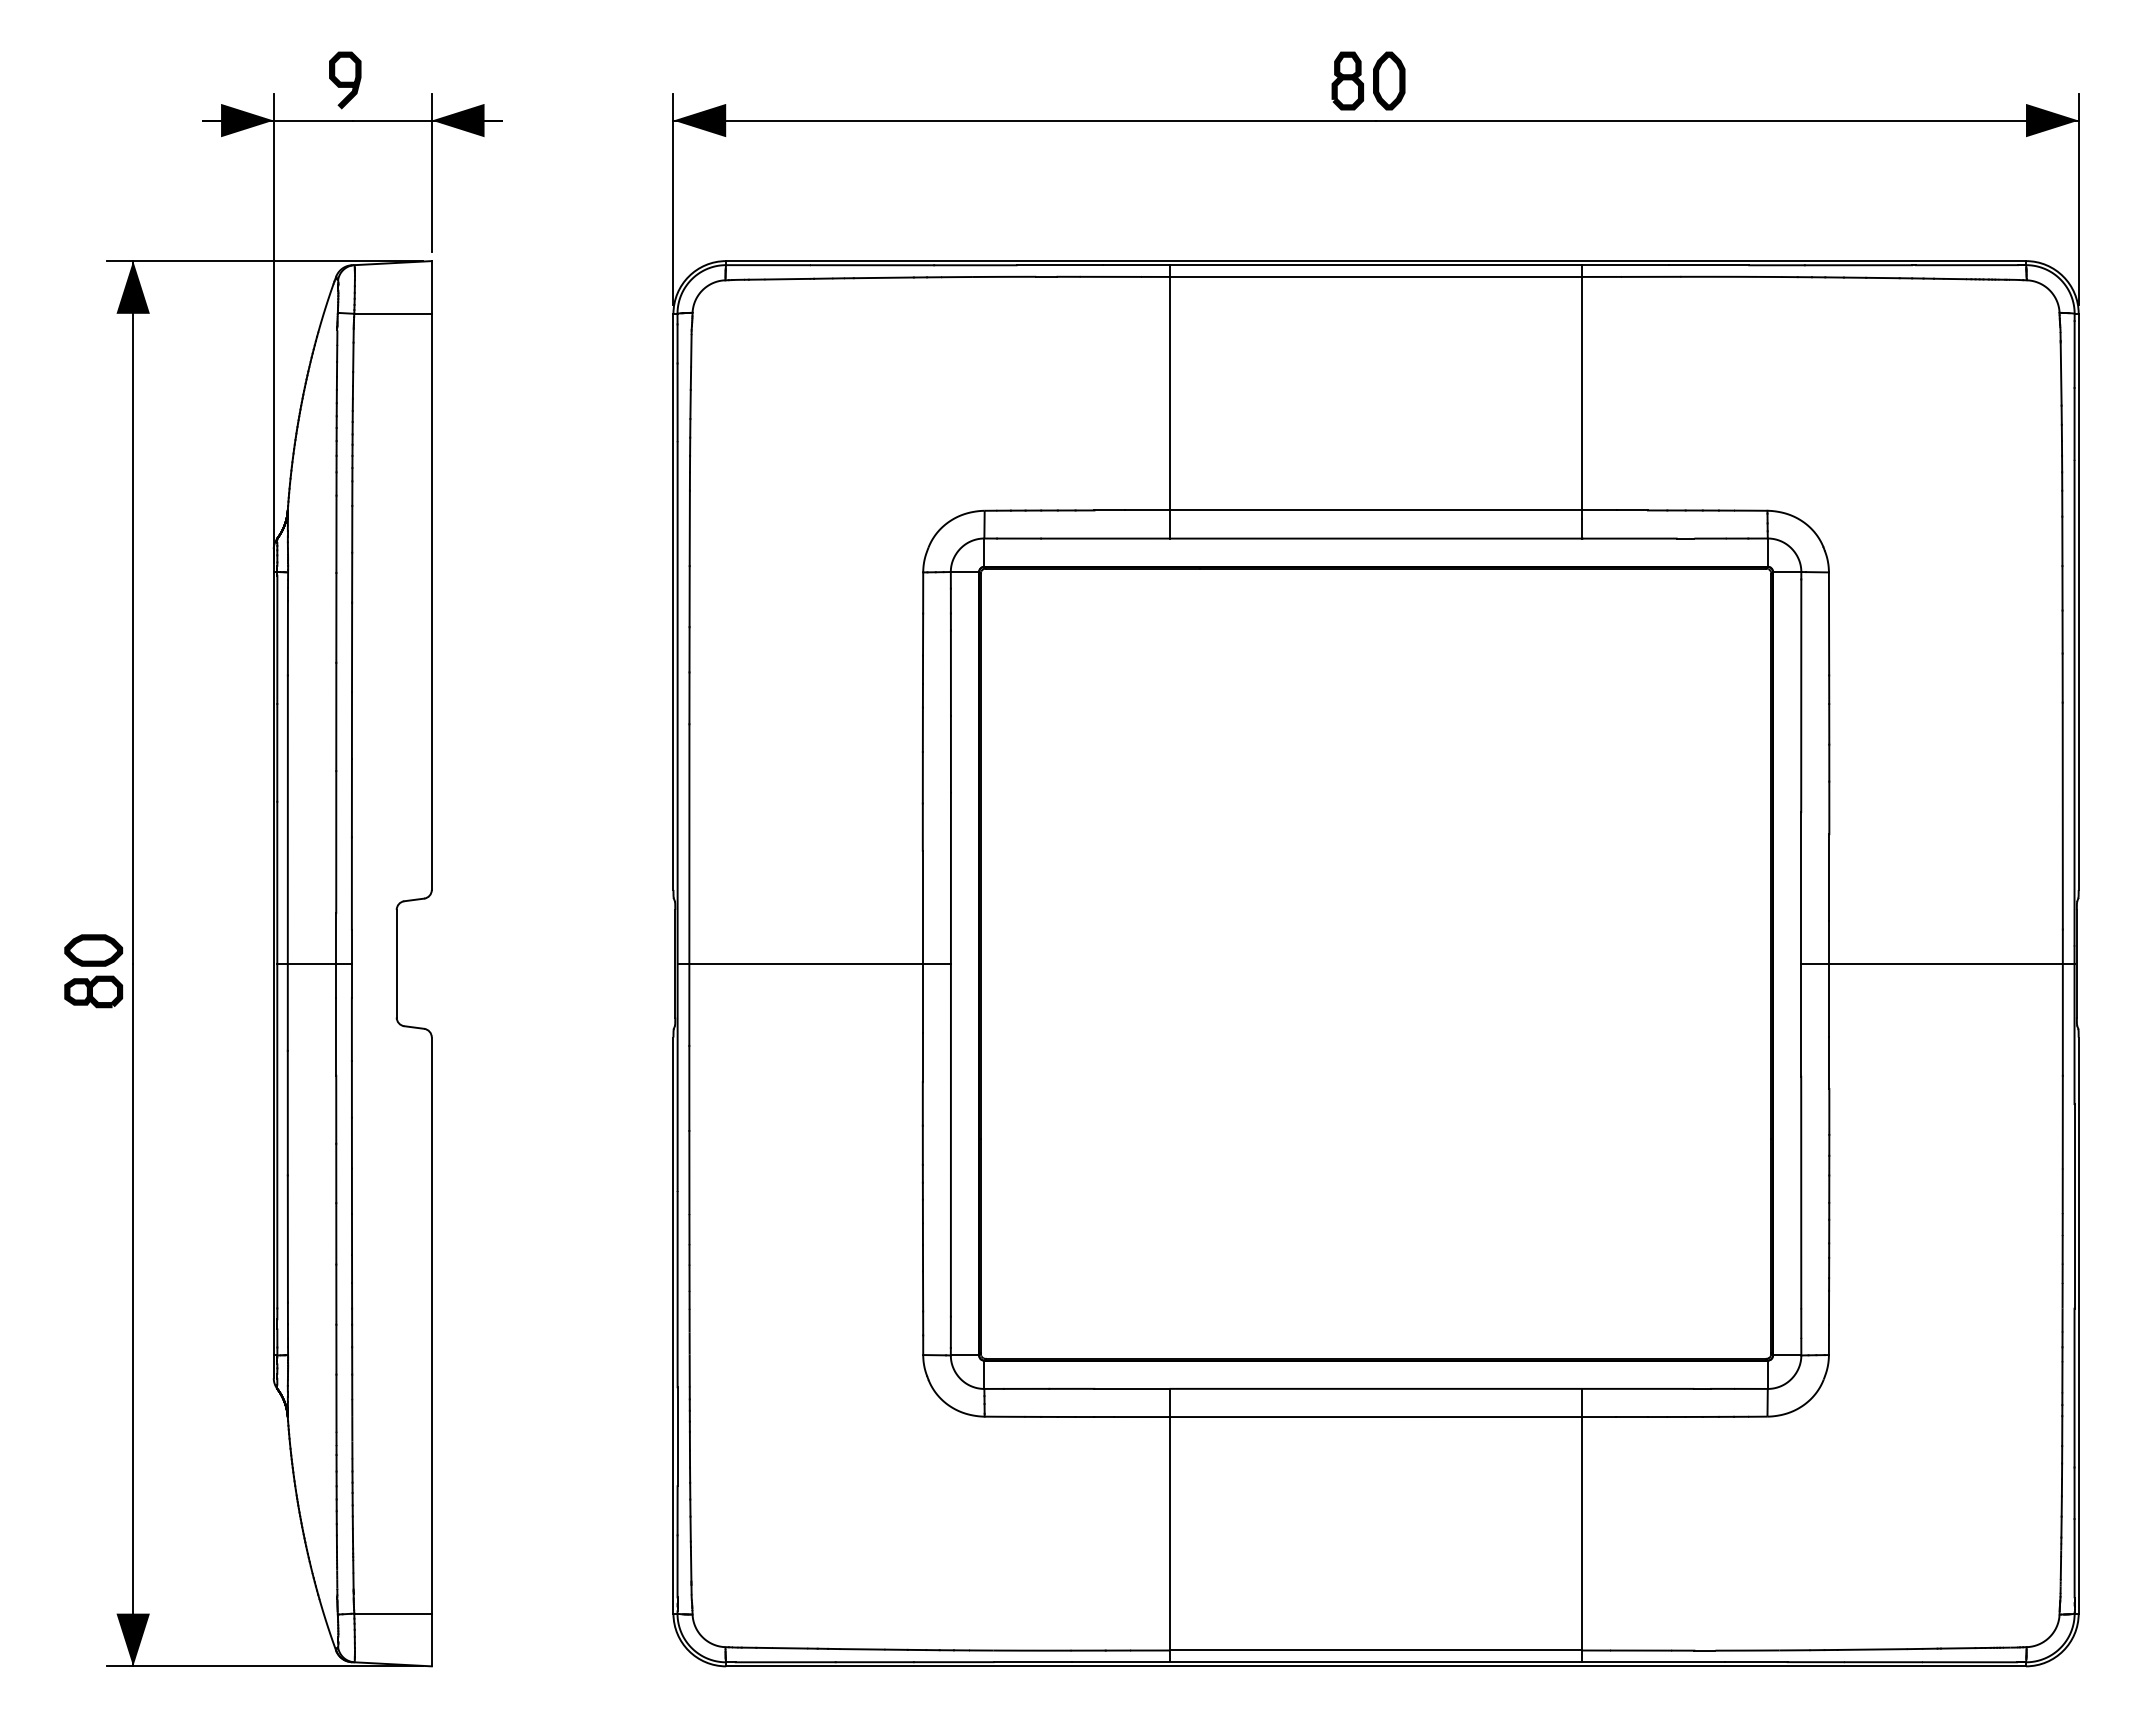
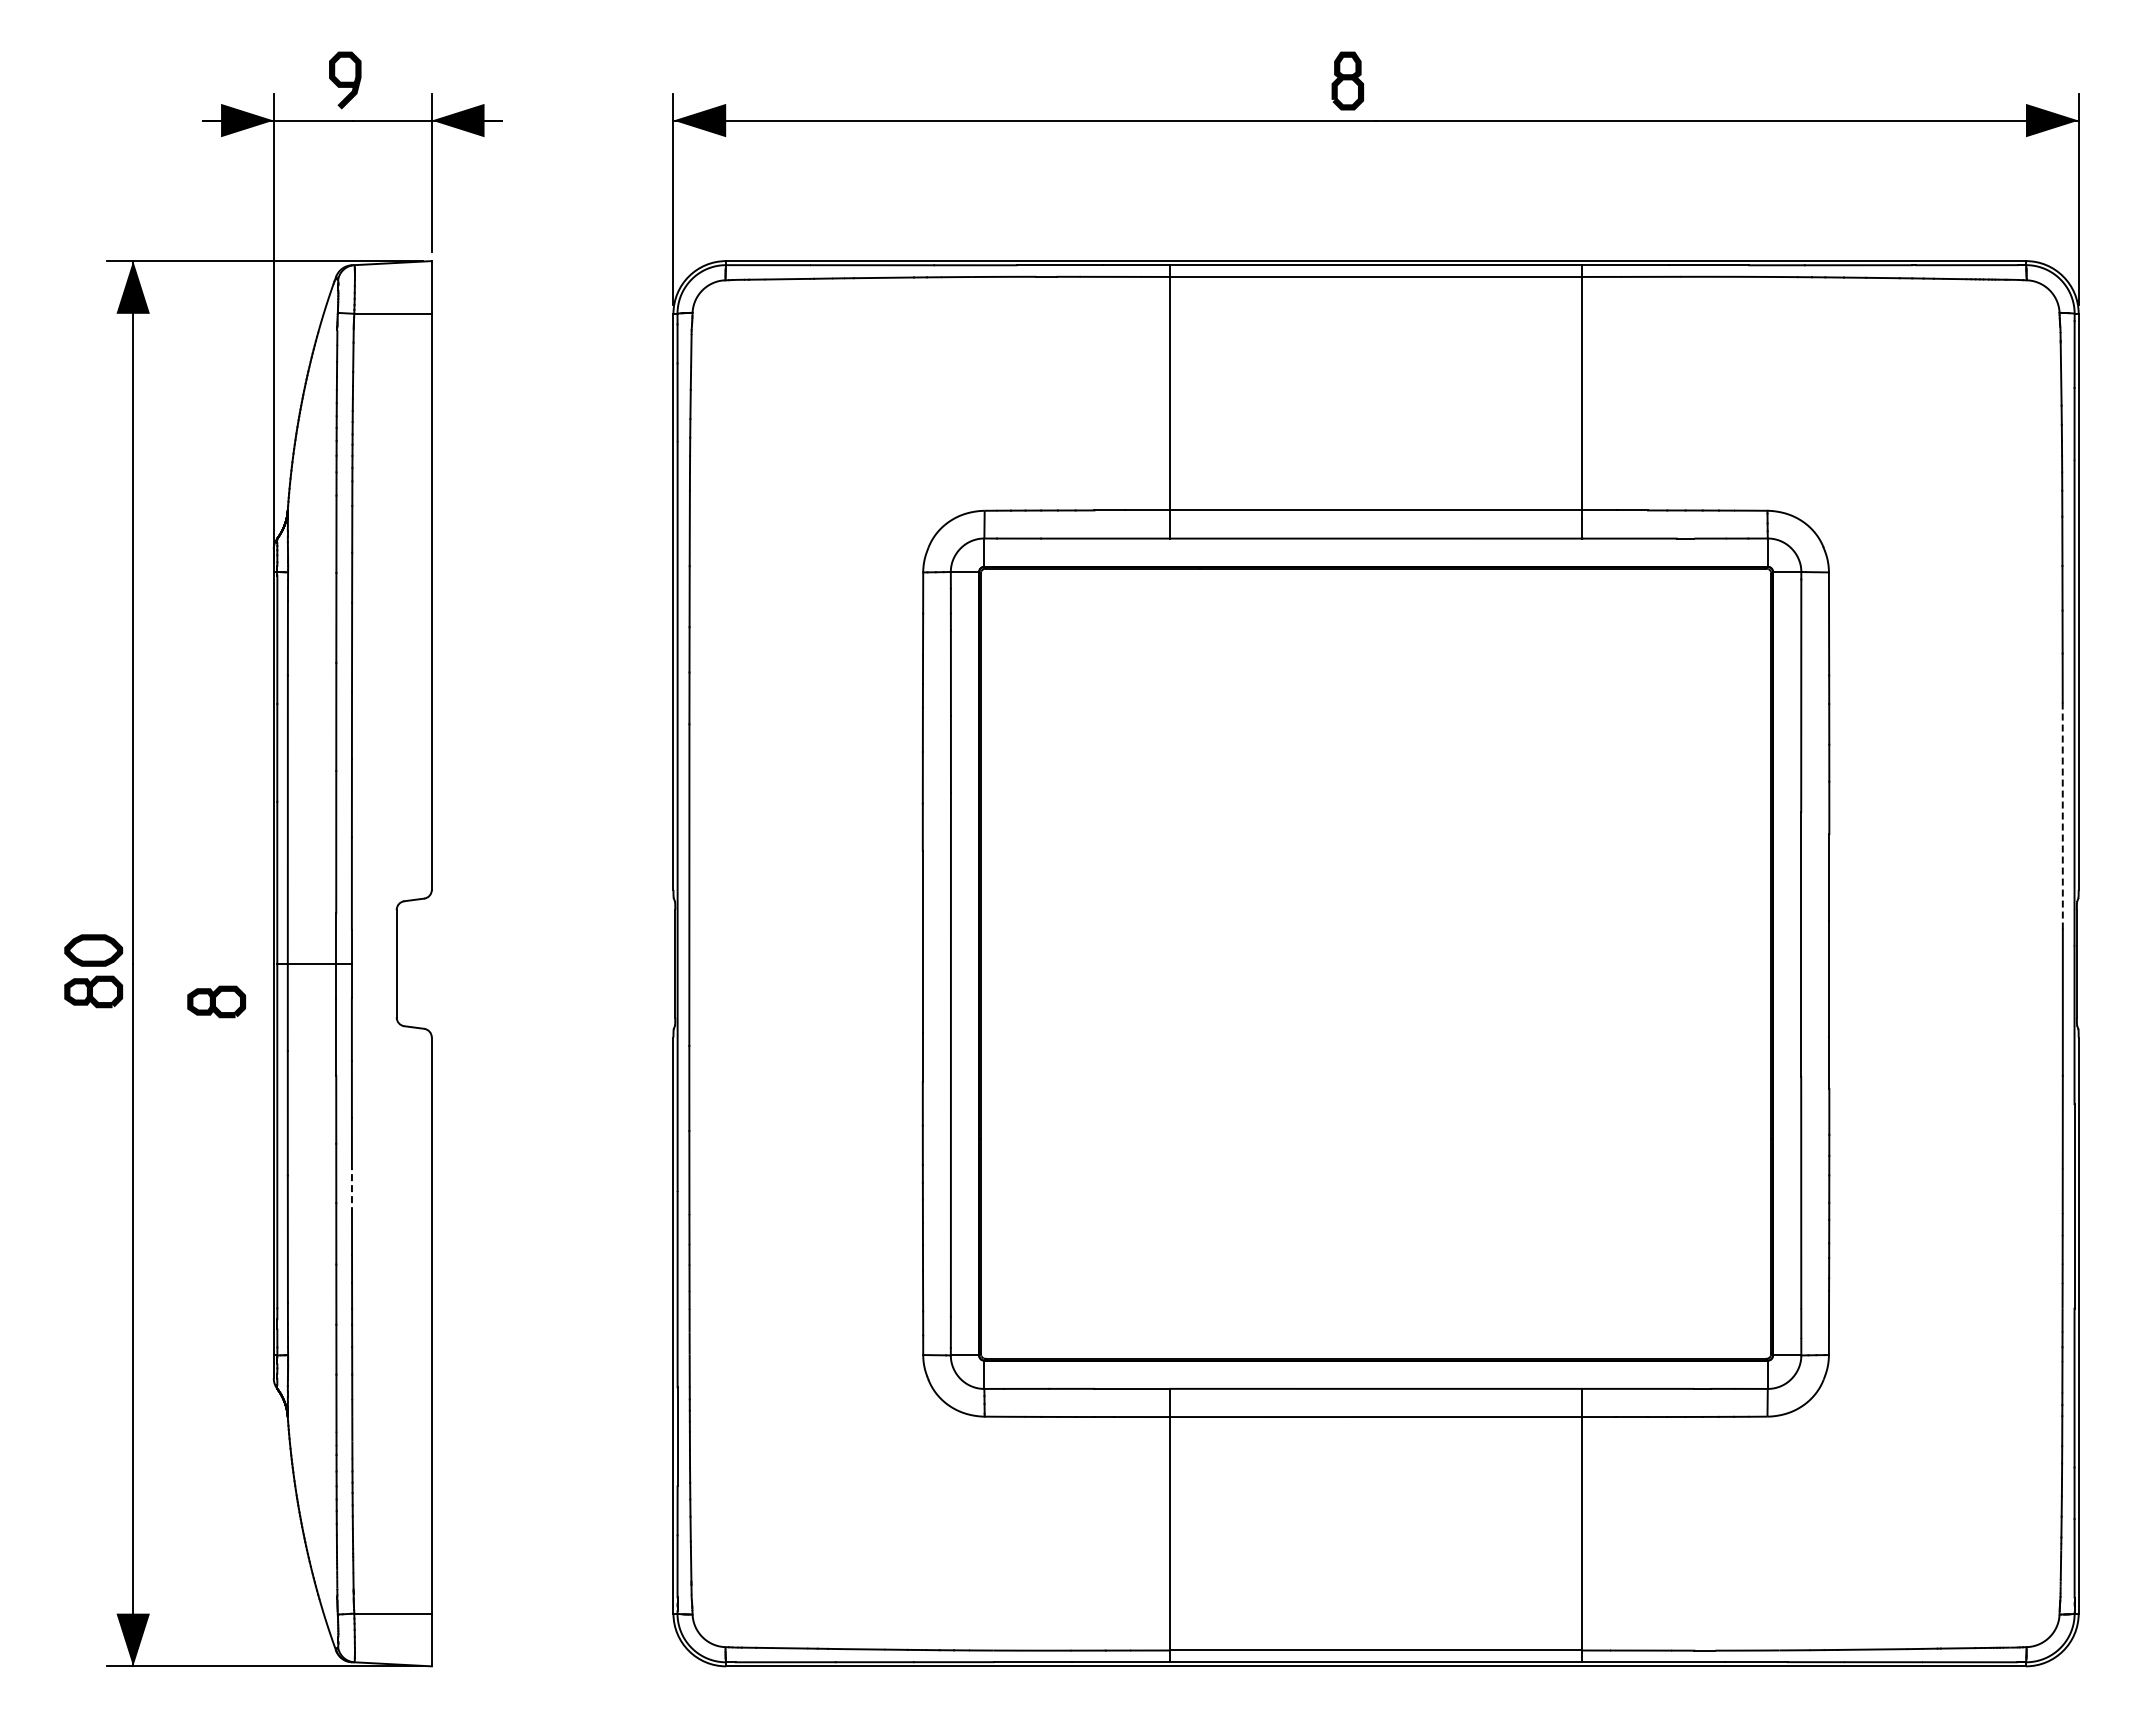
part at (1389, 80): present -> none
line at (2062, 815): solid -> dashed
line at (813, 963): present -> none
line at (1937, 963): present -> none
part at (216, 1001): none -> present
line at (351, 1191): solid -> dashed
